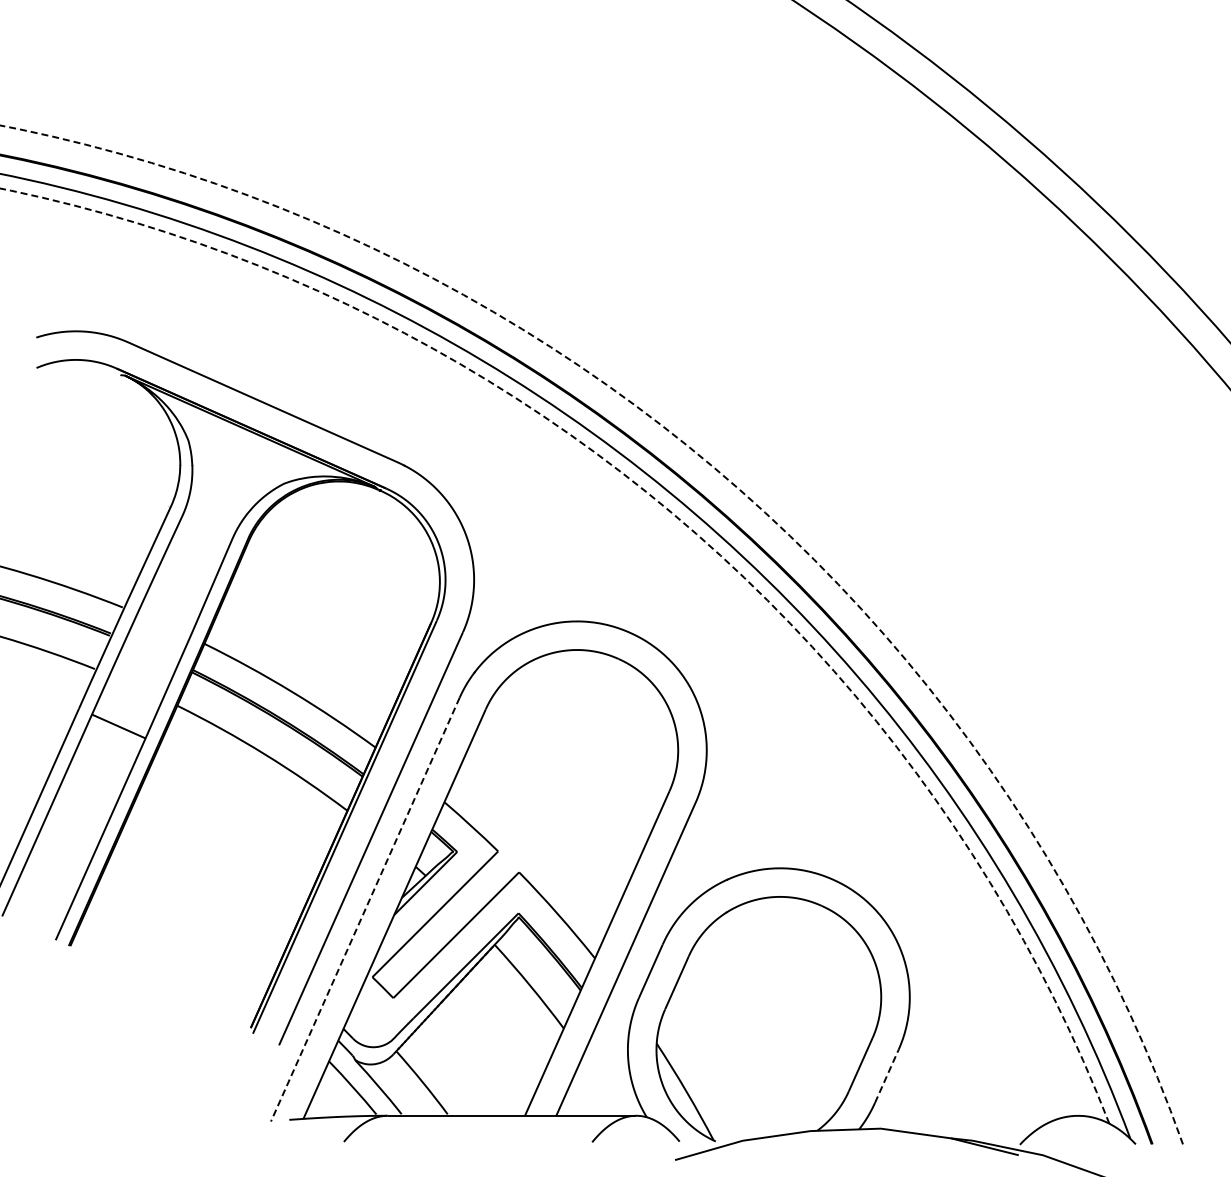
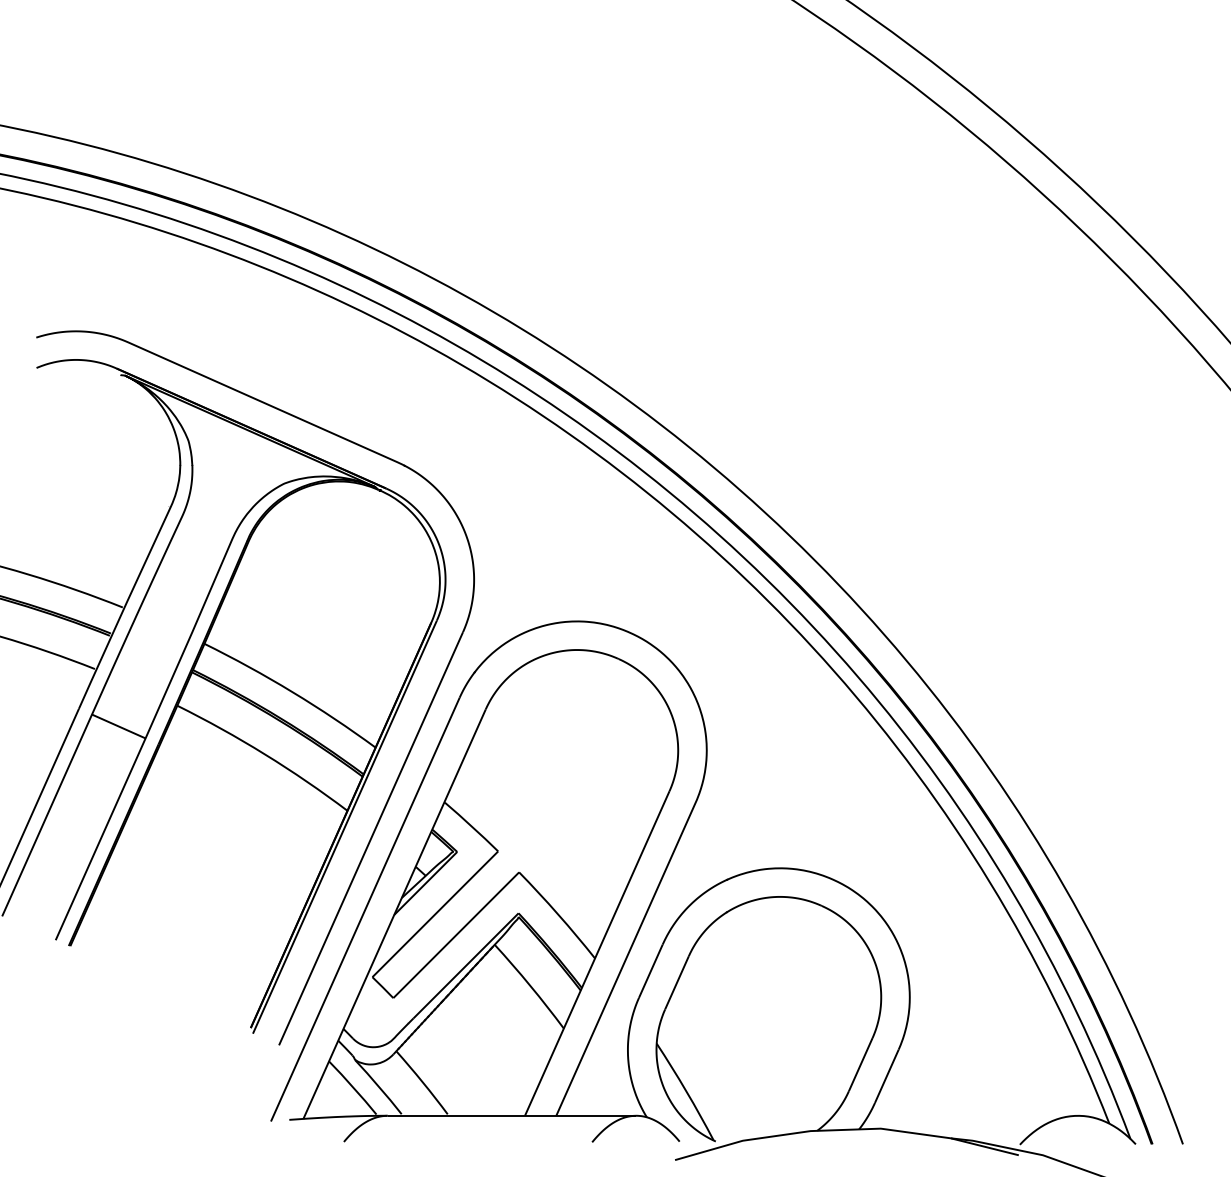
arc at (727, 479): dashed -> solid
arc at (671, 512): dashed -> solid
line at (365, 909): dashed -> solid
line at (887, 1075): dashed -> solid
